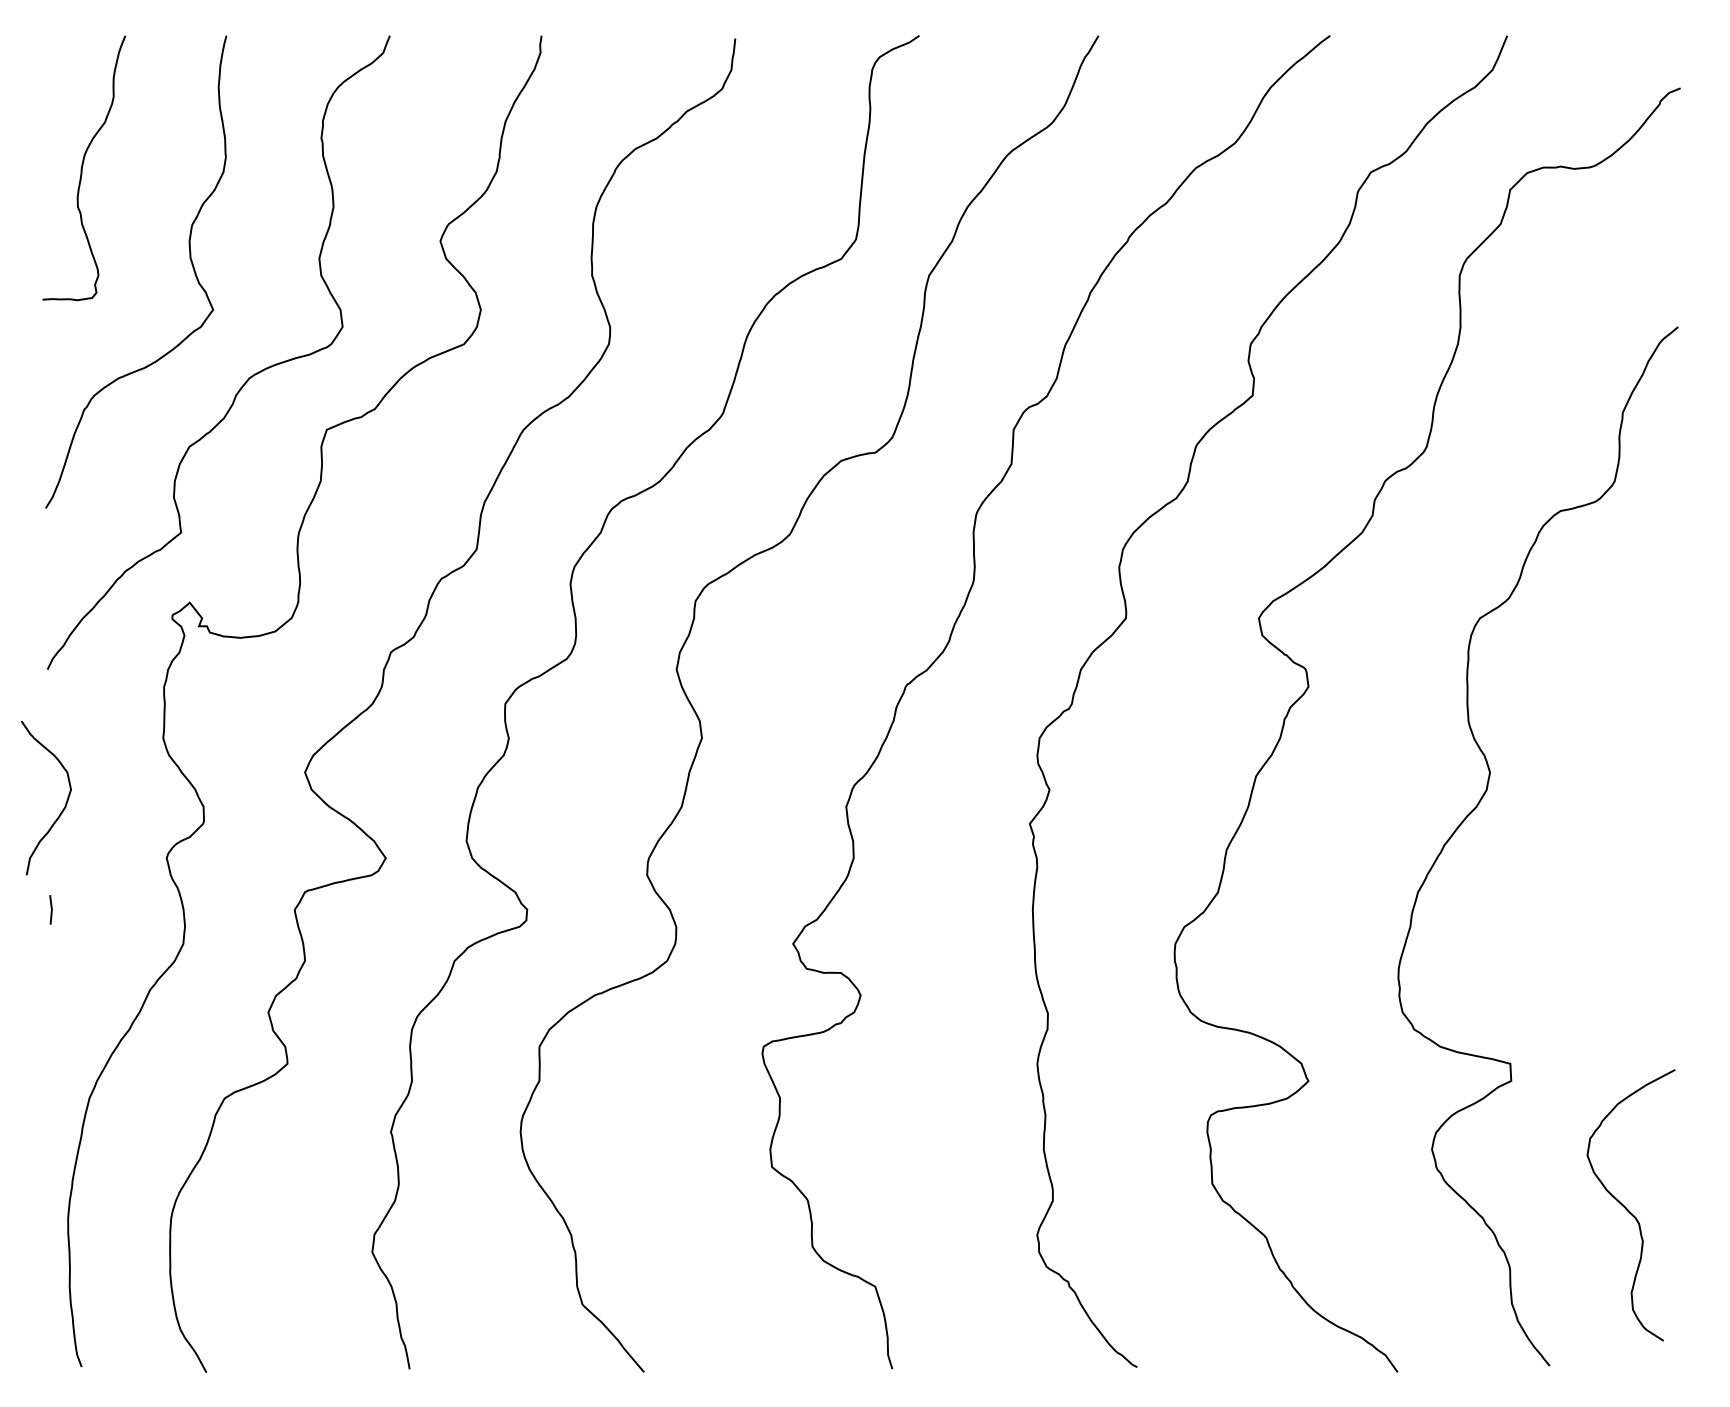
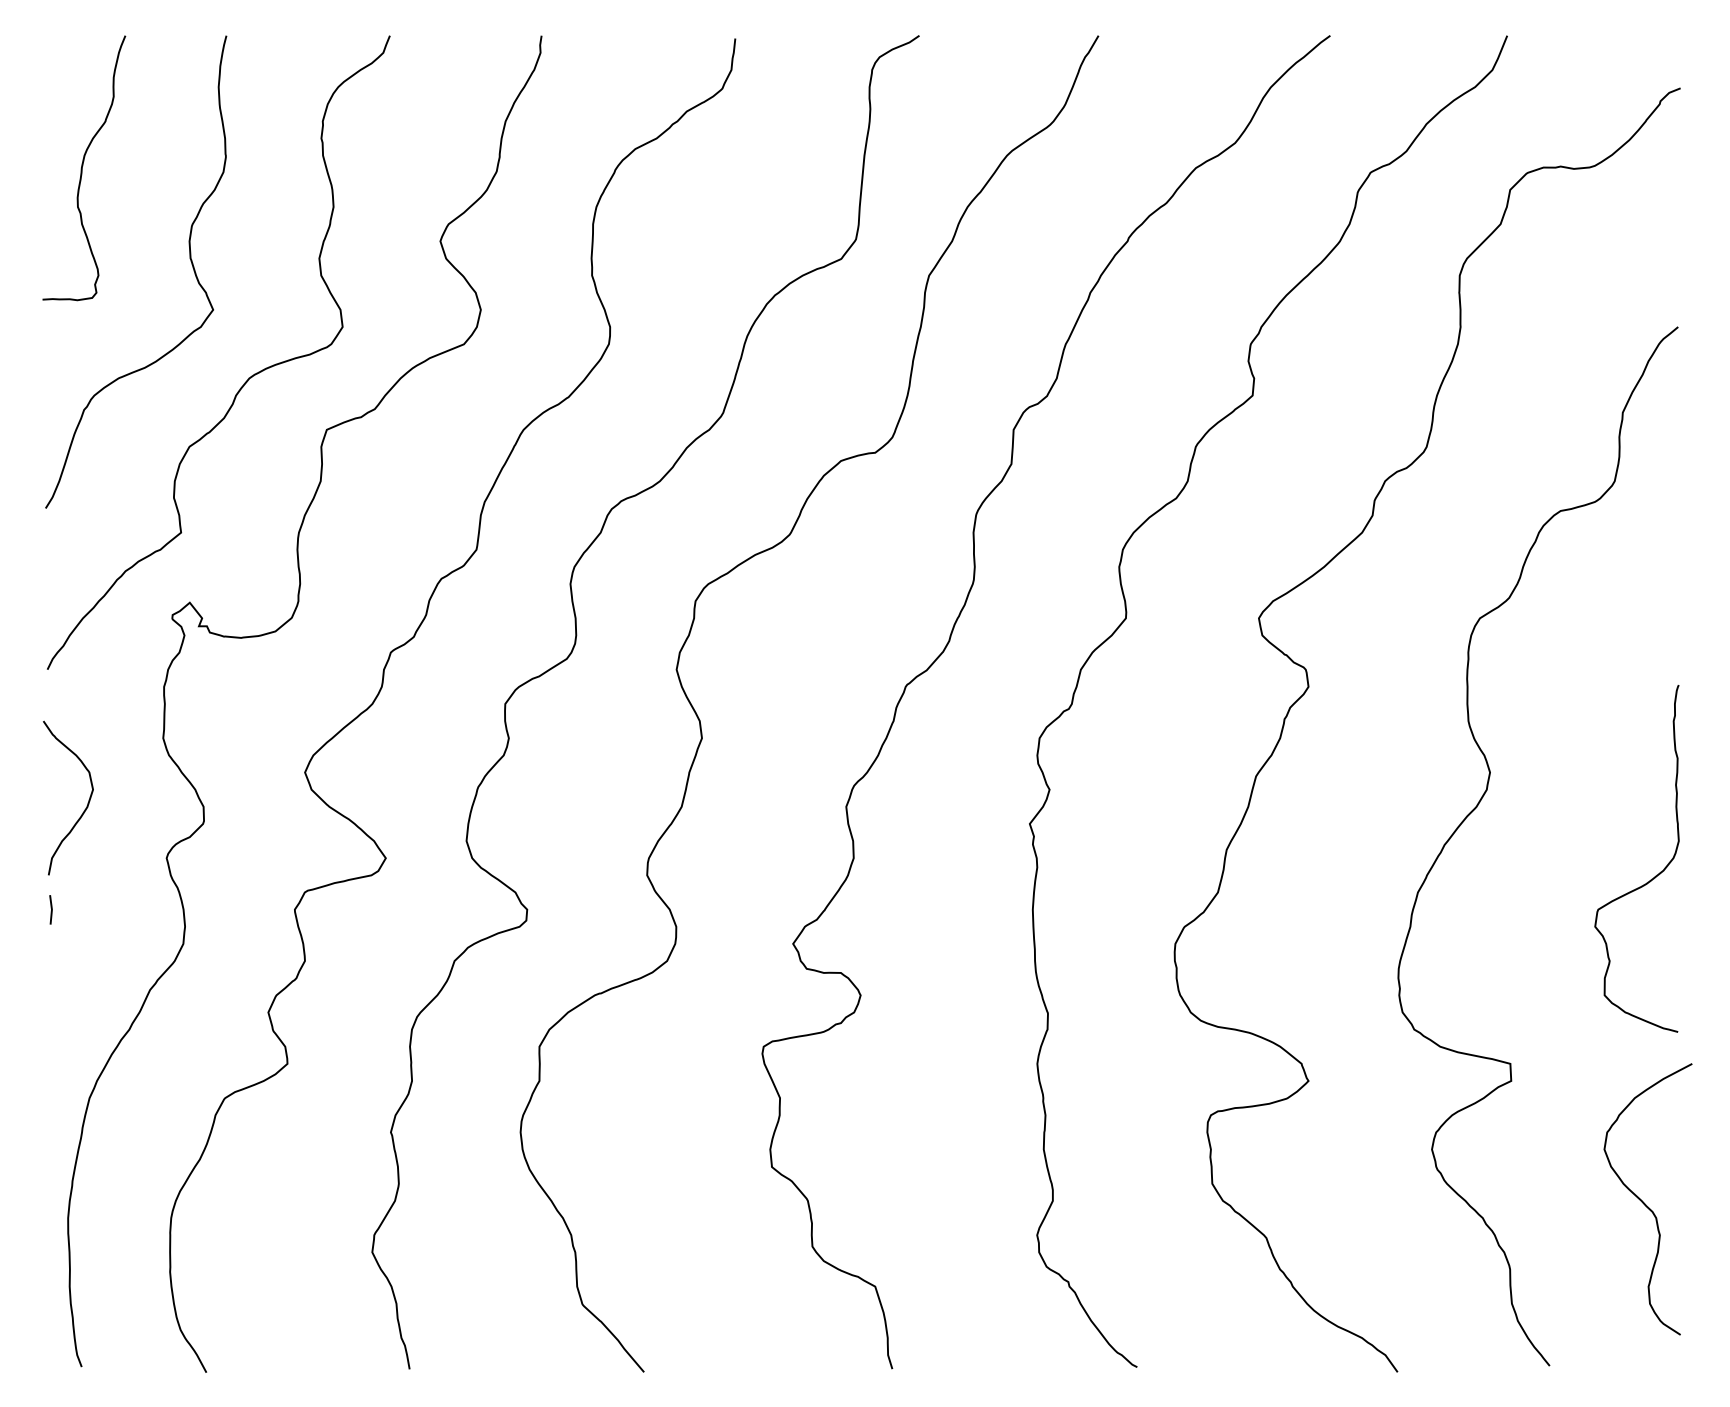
curve at (65, 802) position: (65, 802) -> (87, 802)
curve at (1650, 879): none -> present
curve at (1627, 1208) position: (1627, 1208) -> (1644, 1202)
